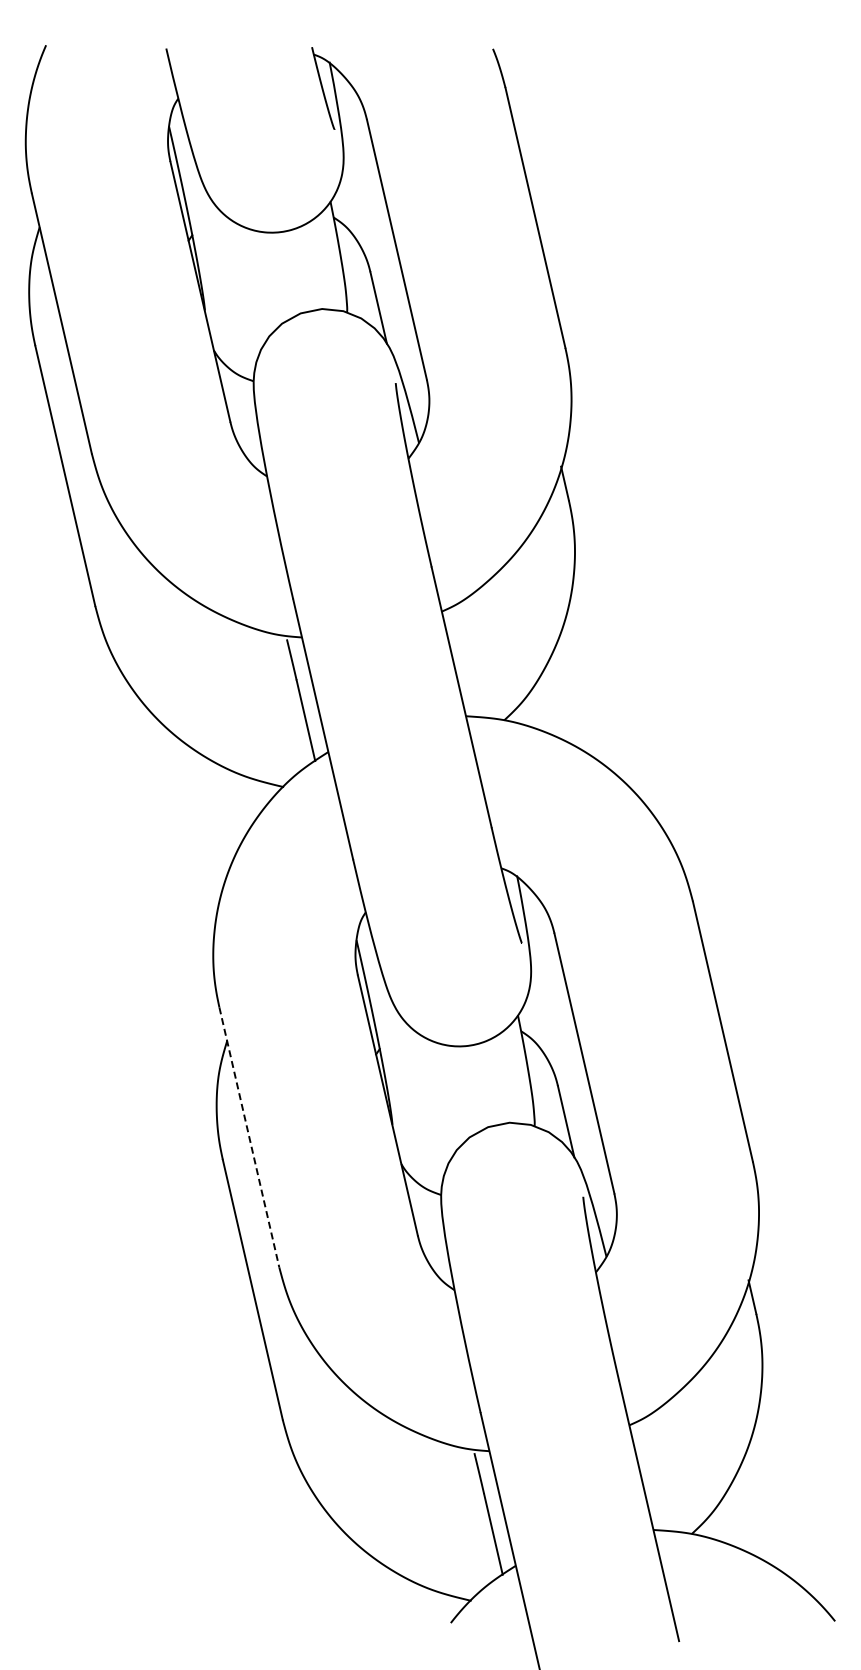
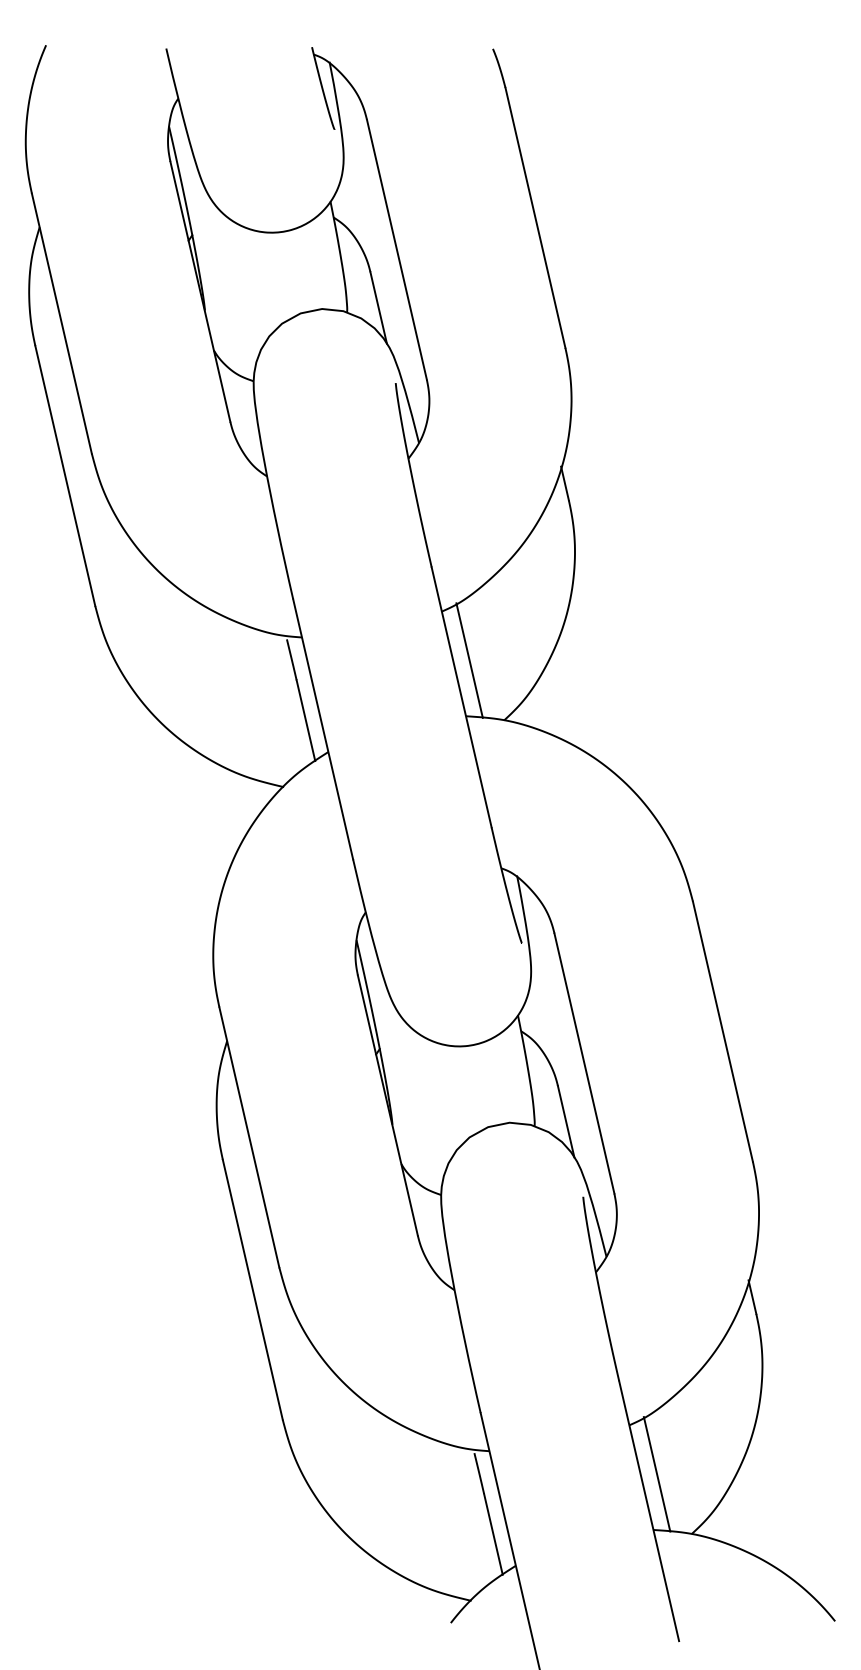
line at (469, 660): none -> present
line at (249, 1137): dashed -> solid
line at (656, 1474): none -> present
